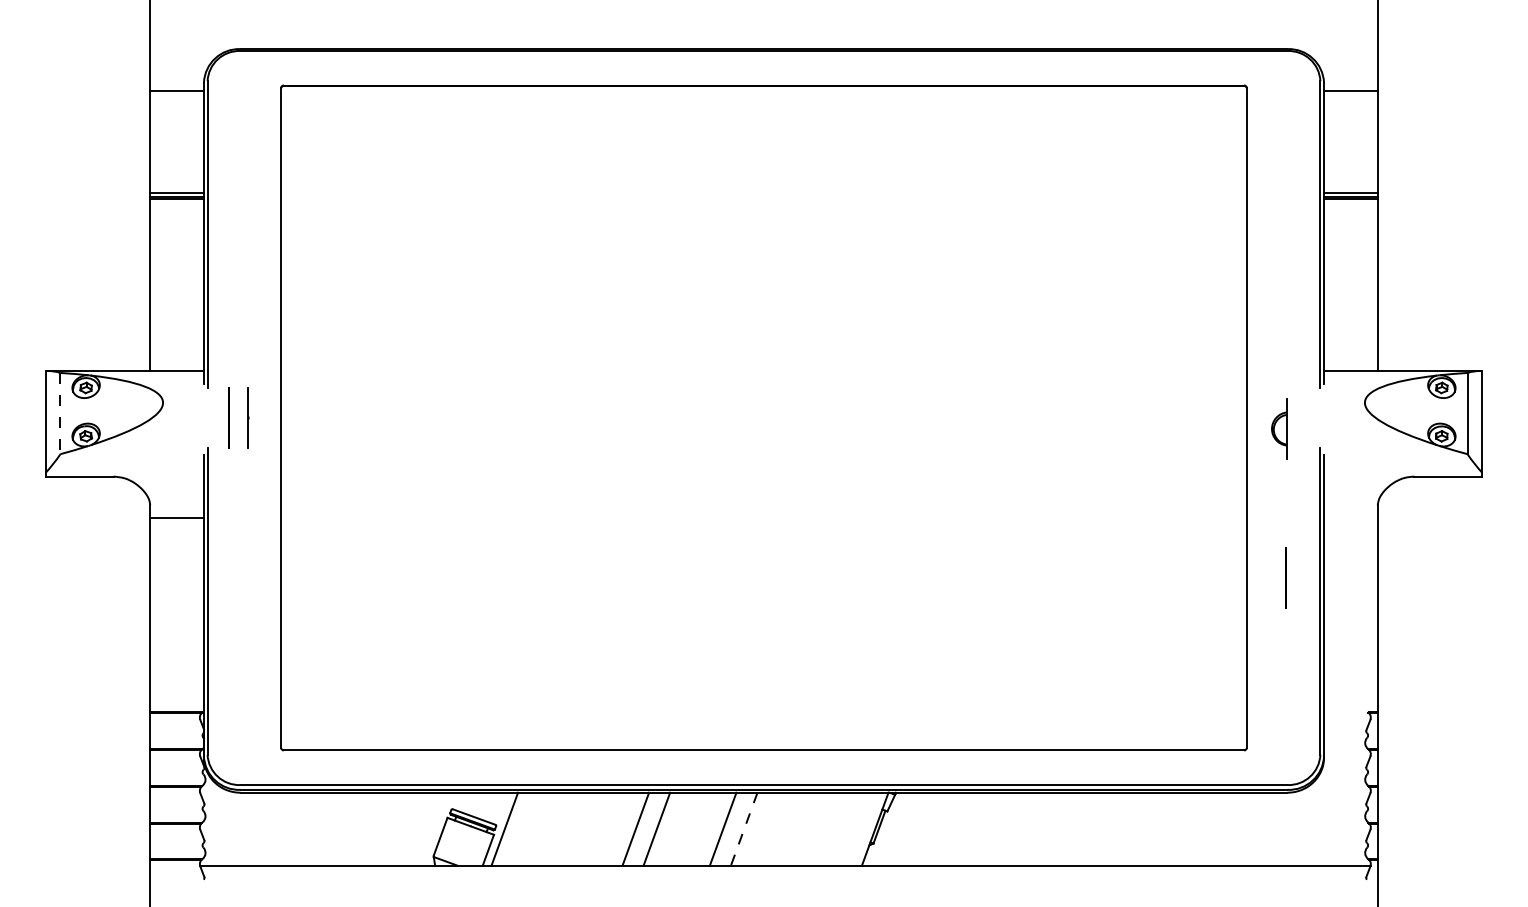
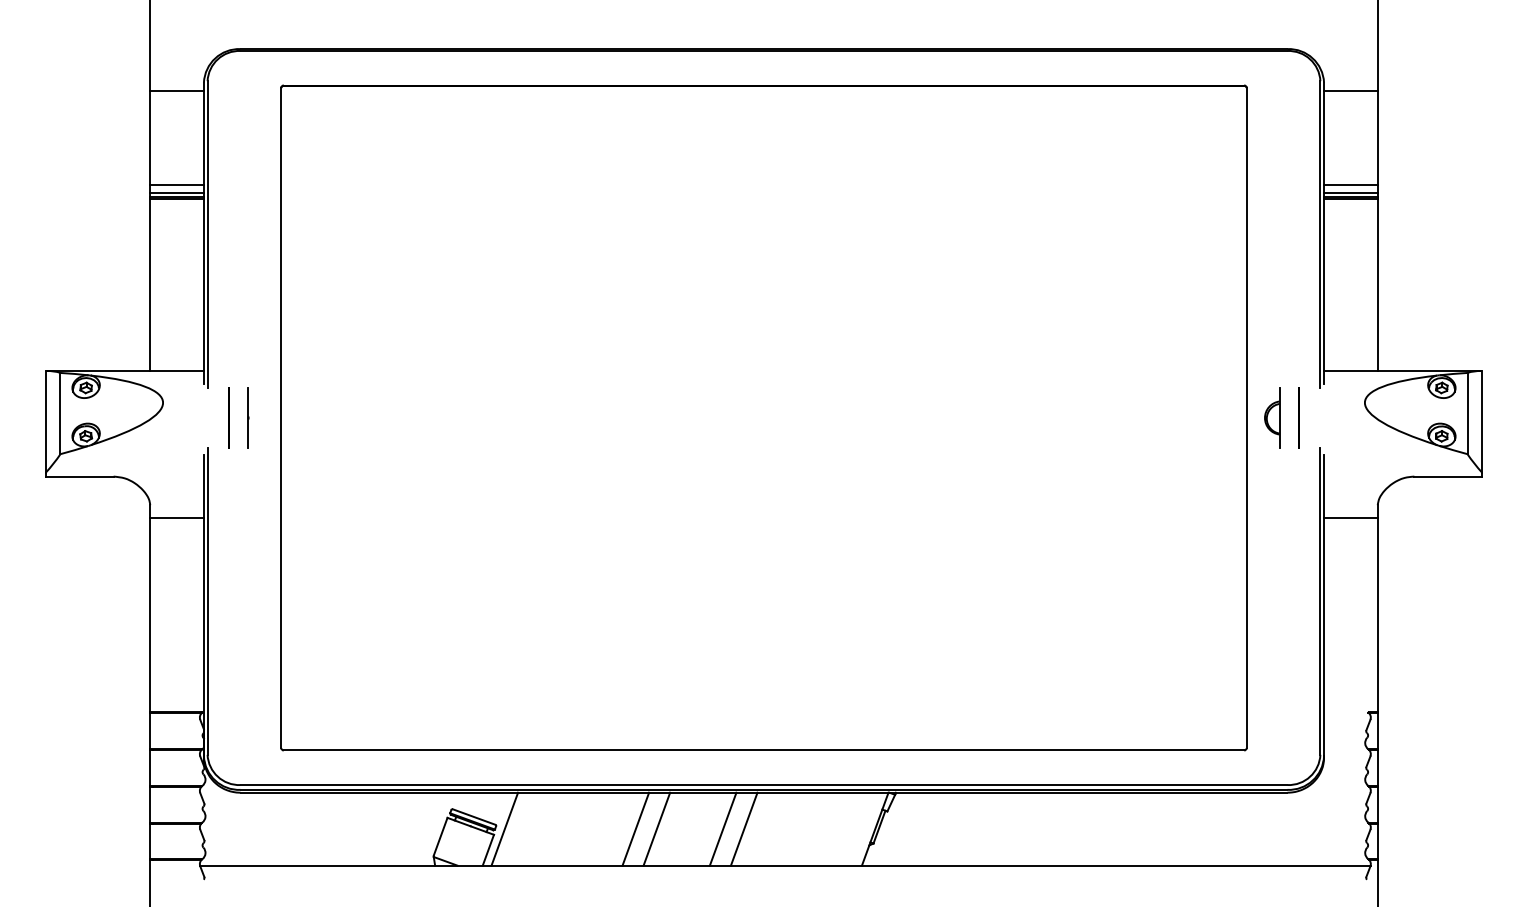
line at (176, 184): none -> present
line at (1350, 184): none -> present
line at (60, 413): dashed -> solid
part at (1279, 428) position: (1279, 428) -> (1272, 417)
line at (1350, 517): none -> present
line at (1285, 577) position: (1285, 577) -> (1298, 417)
line at (744, 829): dashed -> solid
